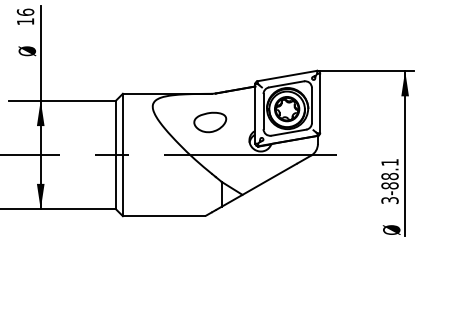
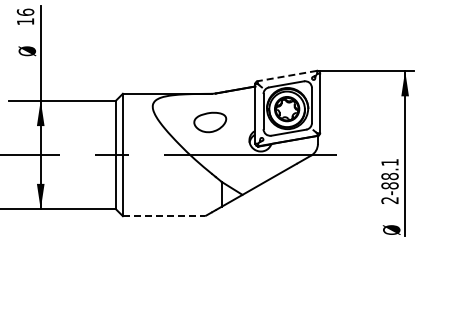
line at (286, 76): solid -> dashed
text at (389, 200): 3-88.1 -> 2-88.1
line at (164, 216): solid -> dashed
